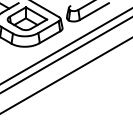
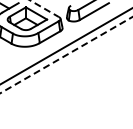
line at (44, 8): solid -> dashed
line at (66, 55): solid -> dashed
line at (65, 75): present -> none
